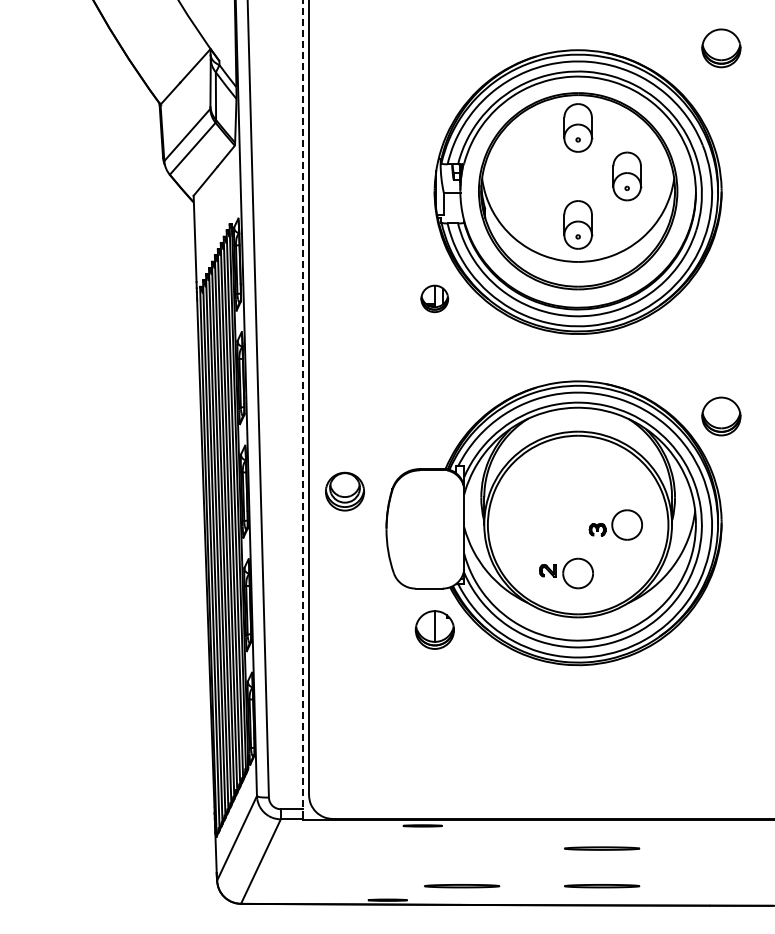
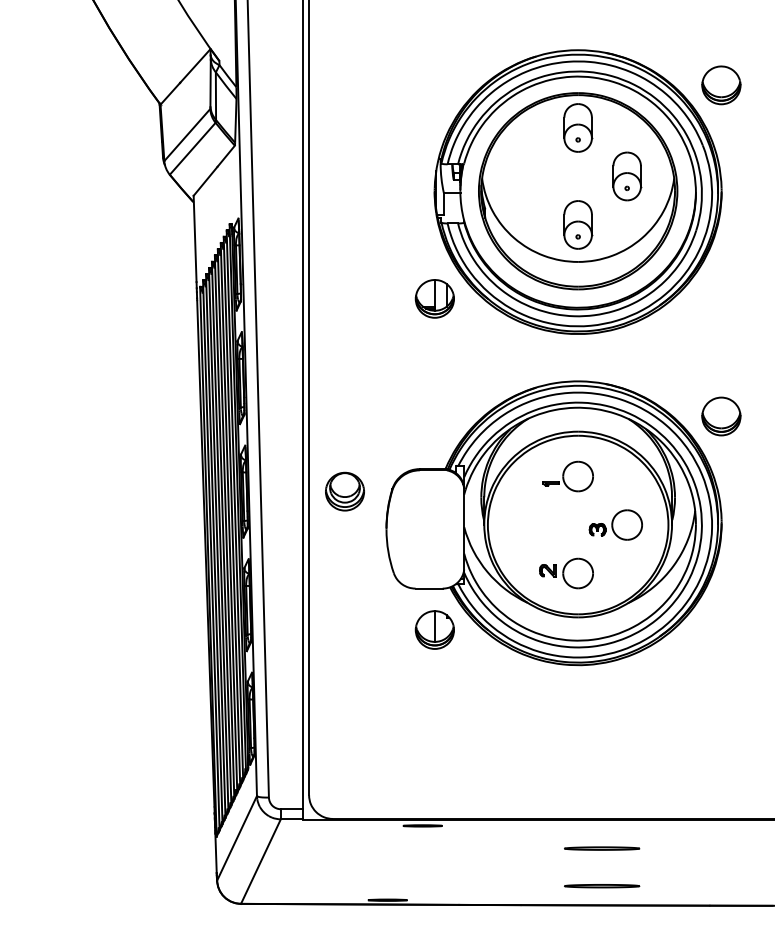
part at (721, 48) position: (721, 48) -> (721, 85)
part at (434, 298) size: 30x30 px -> 41x40 px
line at (303, 410): dashed -> solid
part at (567, 476): none -> present
line at (462, 886): present -> none
